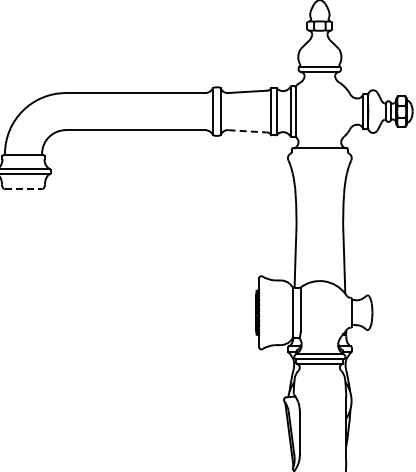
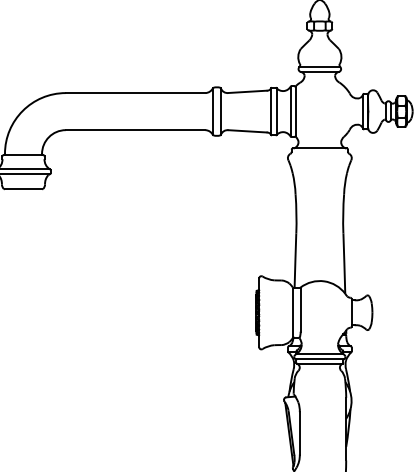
line at (248, 131): dashed -> solid
line at (23, 189): dashed -> solid
